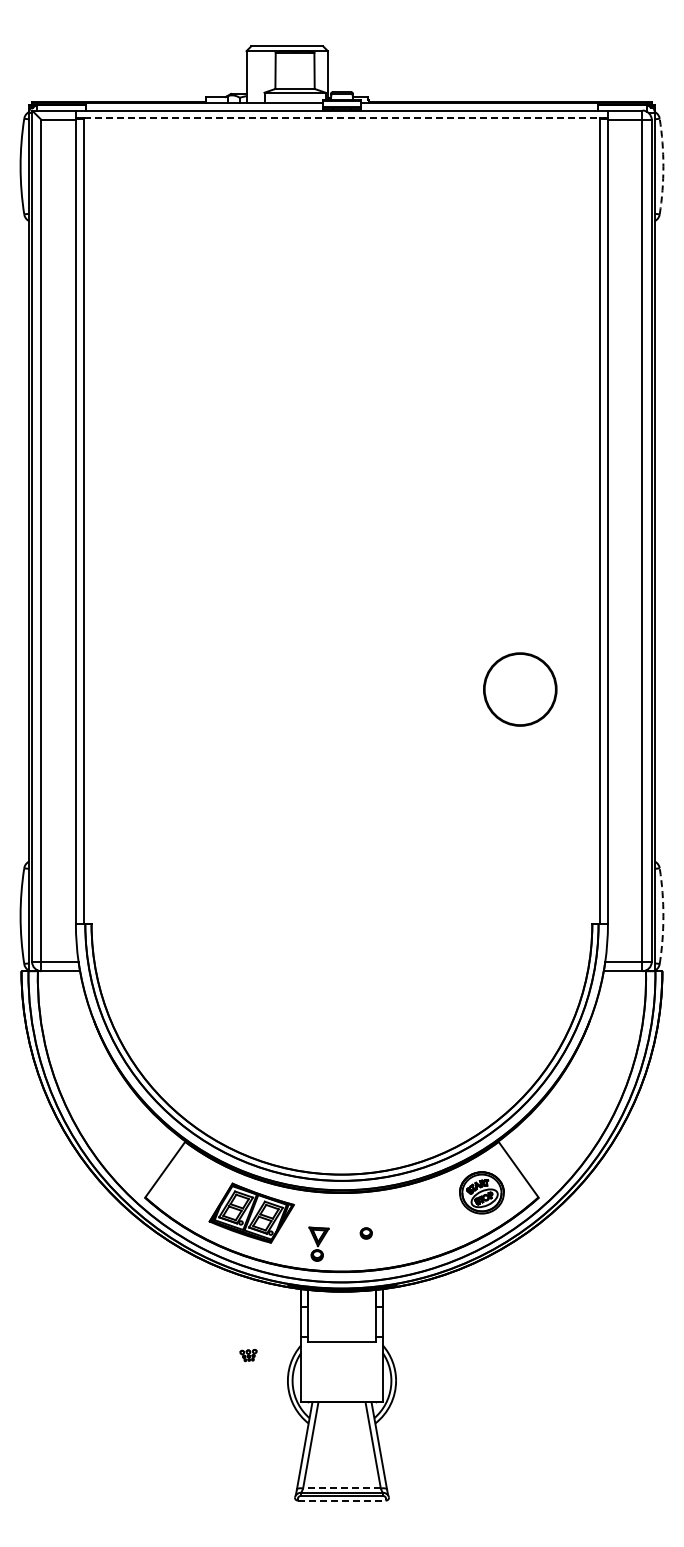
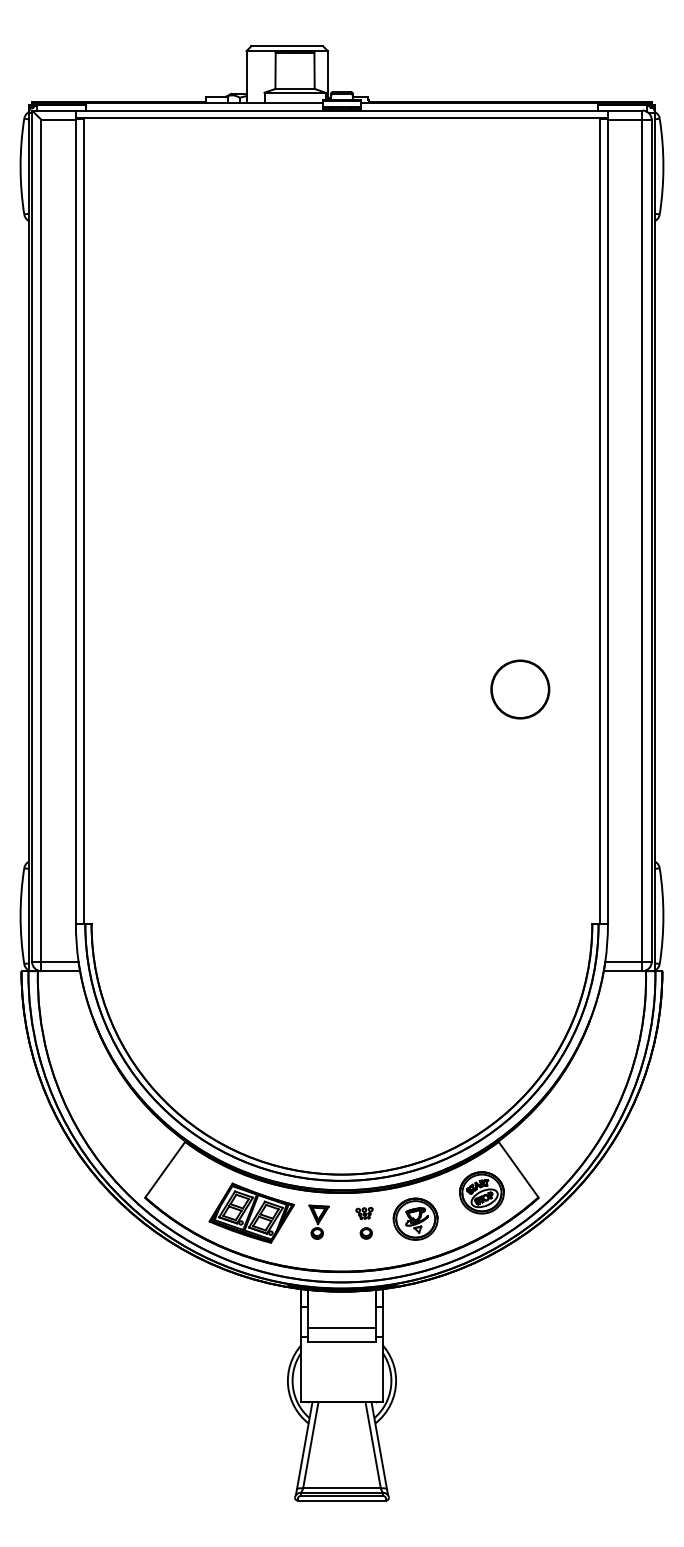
line at (342, 118): dashed -> solid
arc at (663, 166): dashed -> solid
circle at (520, 689) size: 75x75 px -> 61x61 px
arc at (663, 916): dashed -> solid
part at (415, 1218): none -> present
part at (318, 1243) position: (318, 1243) -> (318, 1221)
line at (341, 1328): none -> present
part at (248, 1355) position: (248, 1355) -> (364, 1213)
line at (341, 1488): dashed -> solid
line at (341, 1500): dashed -> solid
